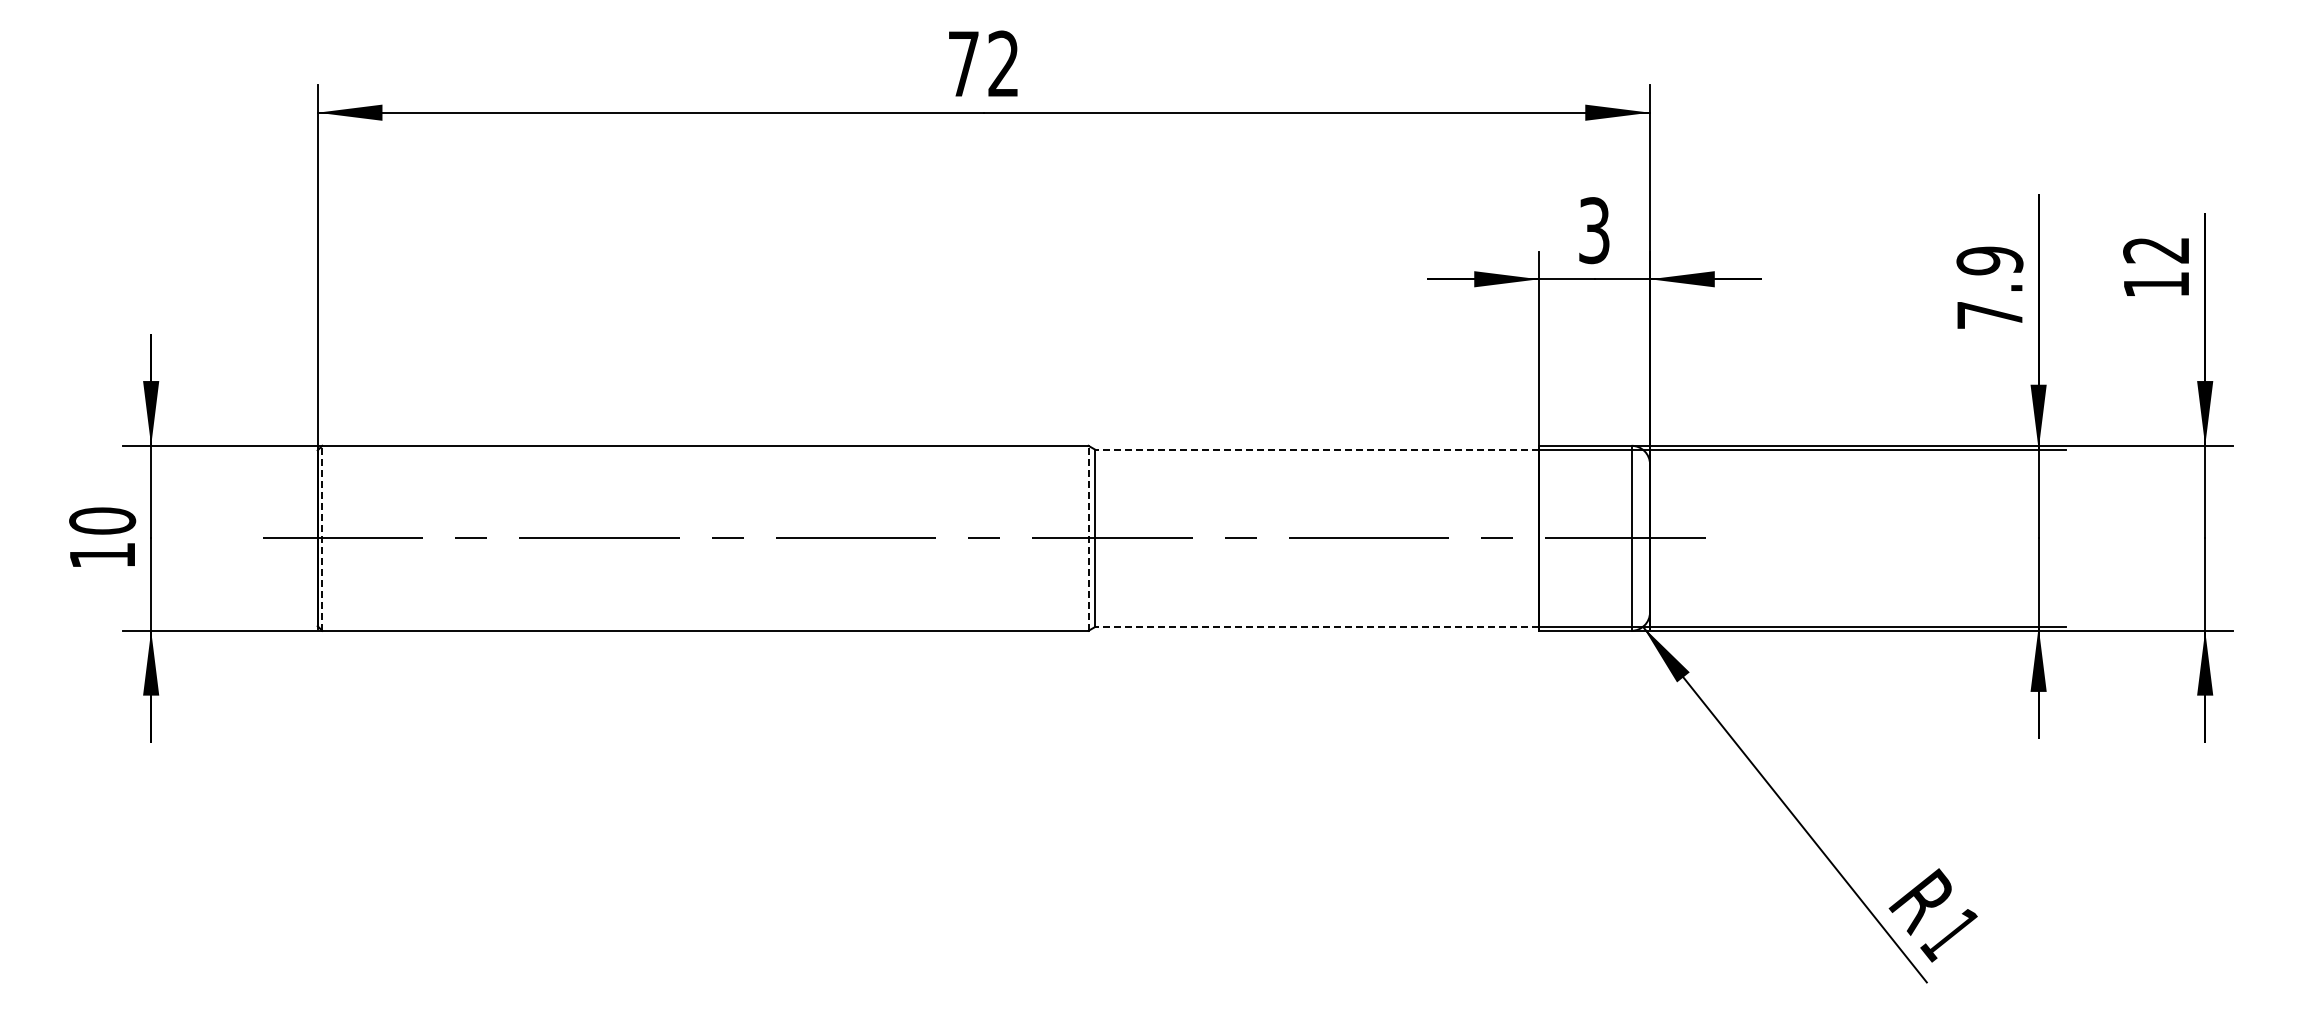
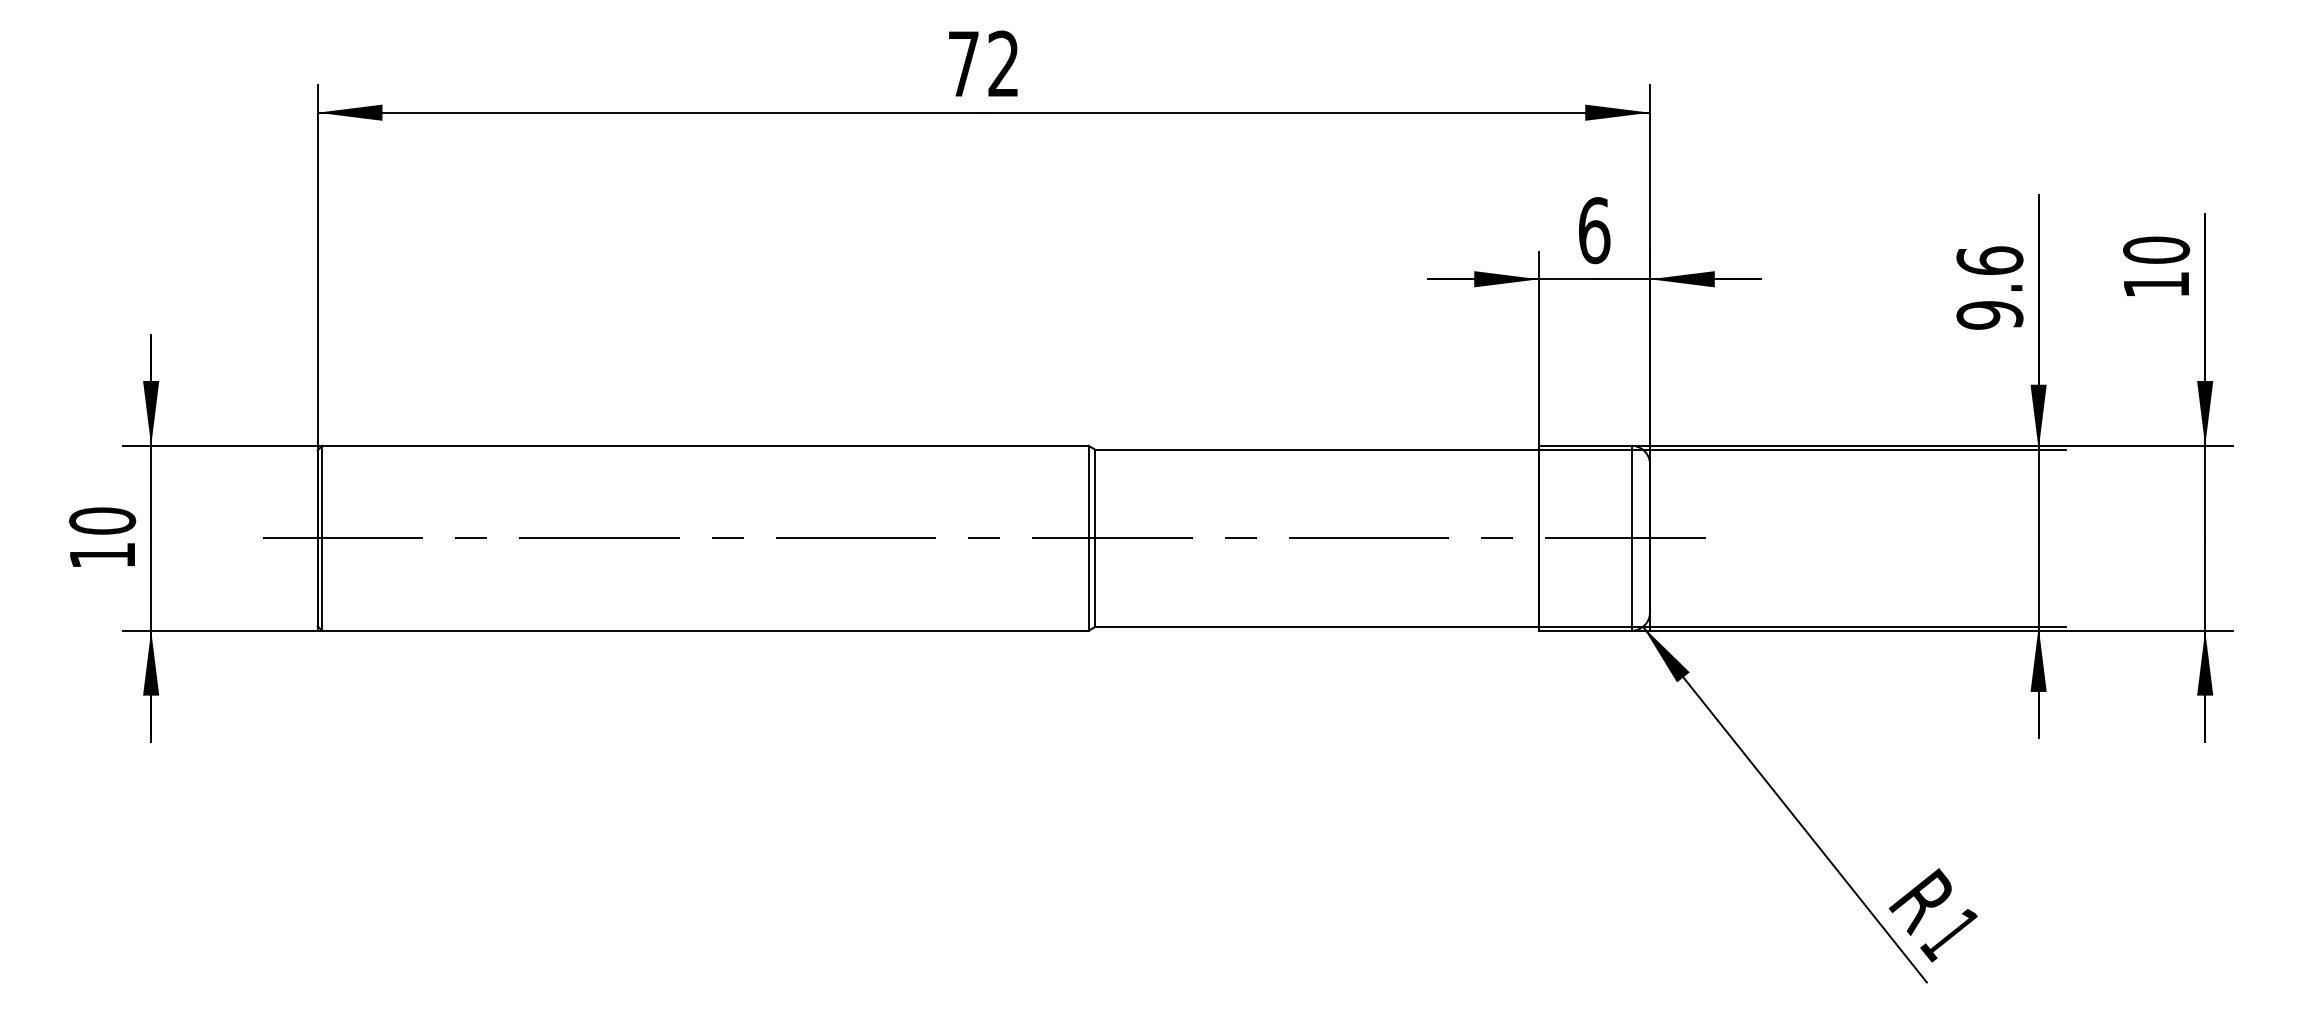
text at (1594, 230): 3 -> 6
text at (2156, 249): 12 -> 10
text at (1989, 287): 7.9 -> 9.6
line at (1316, 449): dashed -> solid
line at (322, 538): dashed -> solid
line at (1088, 538): dashed -> solid
line at (1316, 627): dashed -> solid
